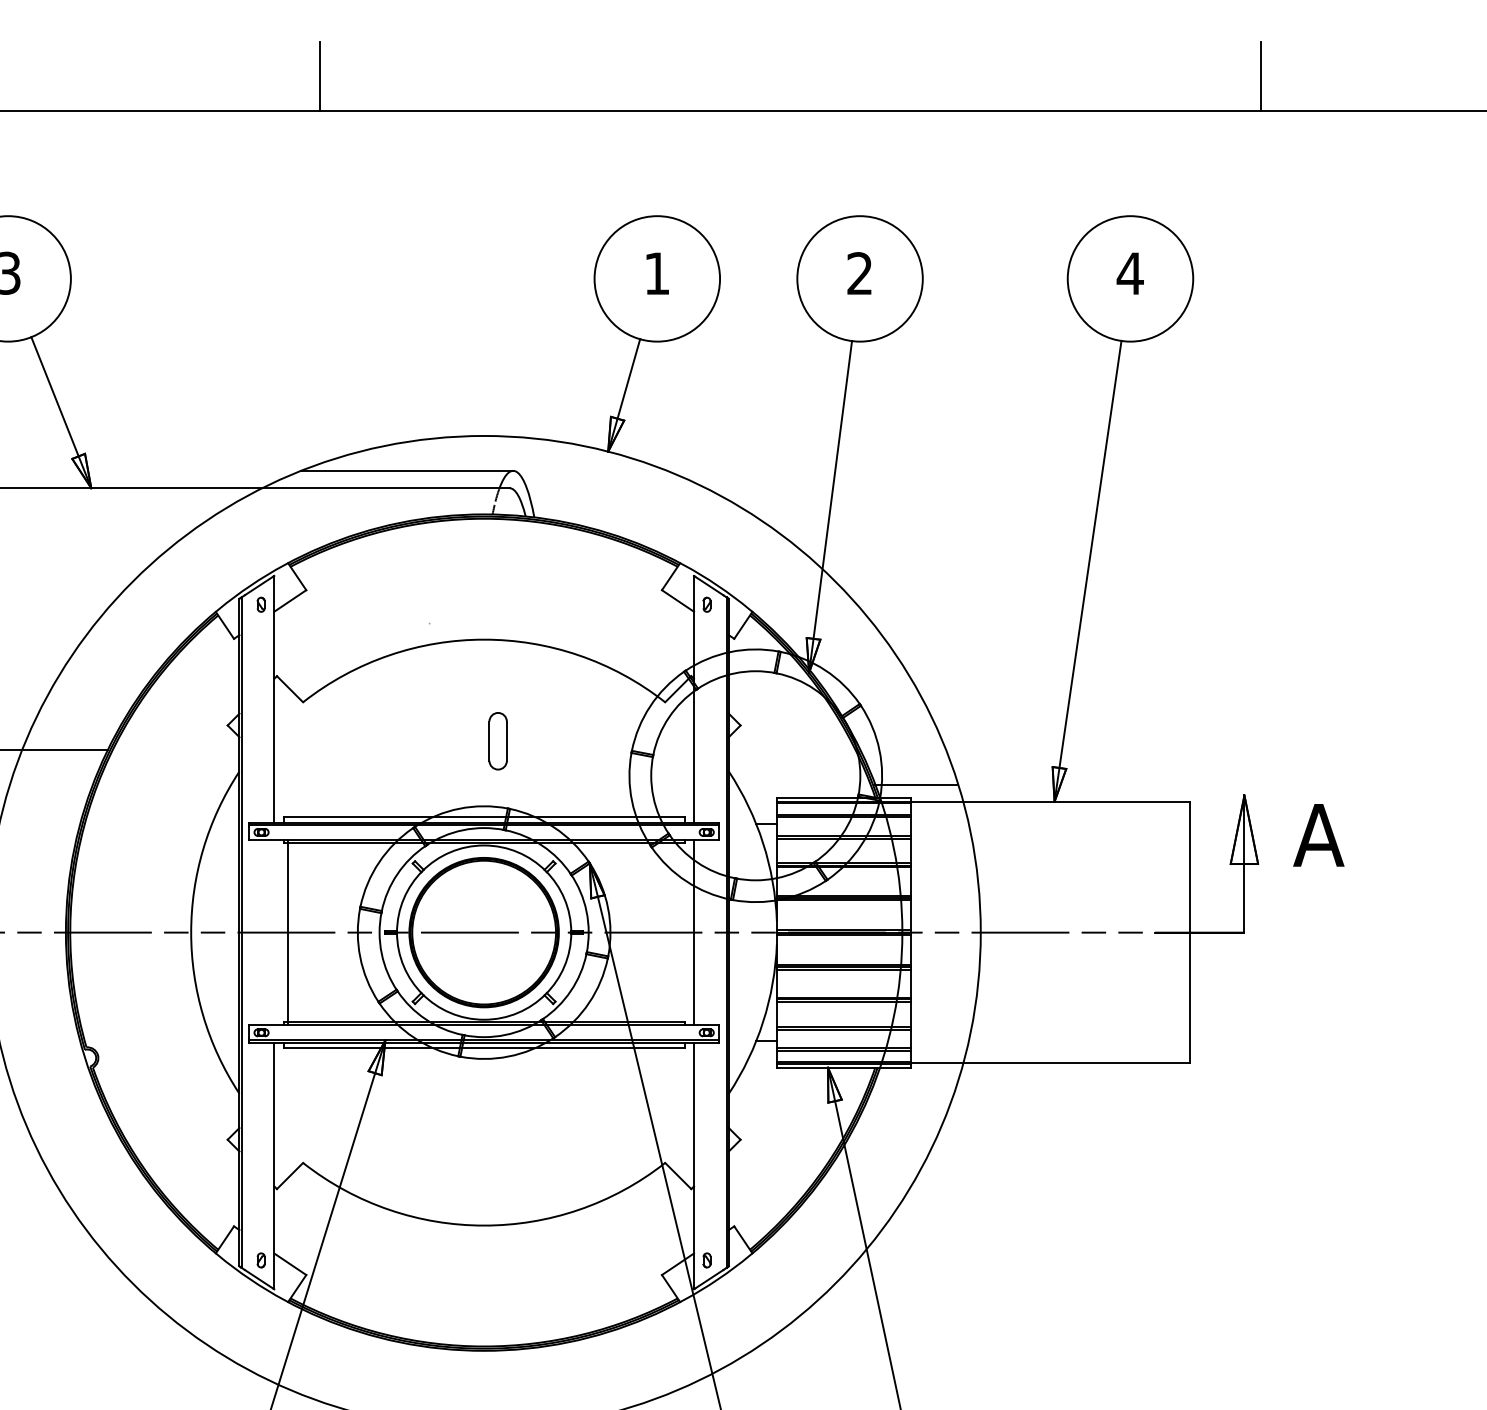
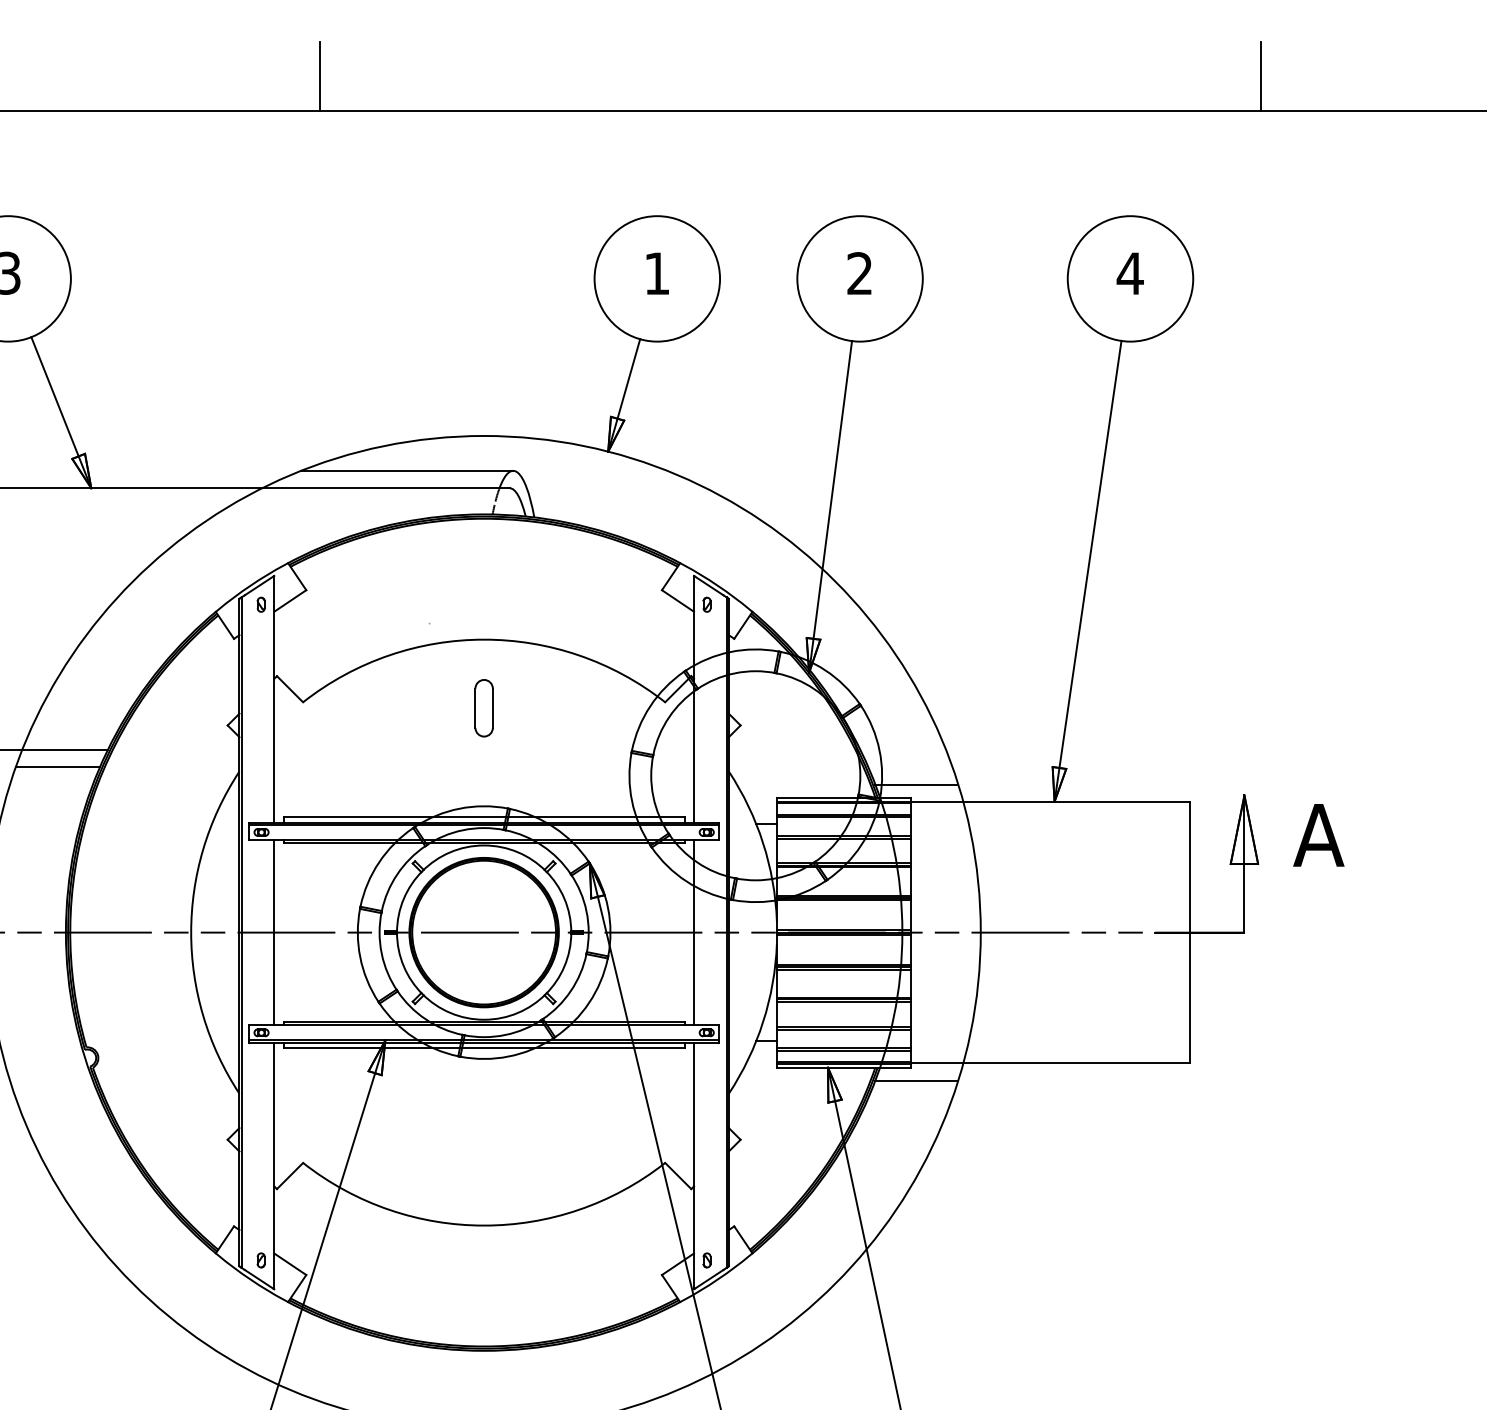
part at (497, 741) position: (497, 741) -> (483, 708)
line at (57, 767): none -> present
line at (288, 932) position: (288, 932) -> (274, 932)
line at (916, 1080): none -> present
